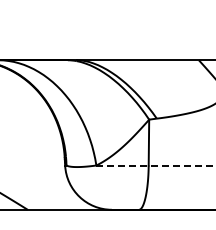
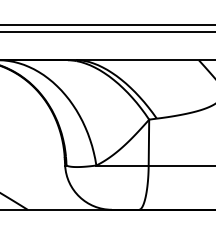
line at (107, 25): none -> present
line at (107, 32): none -> present
line at (156, 165): dashed -> solid
